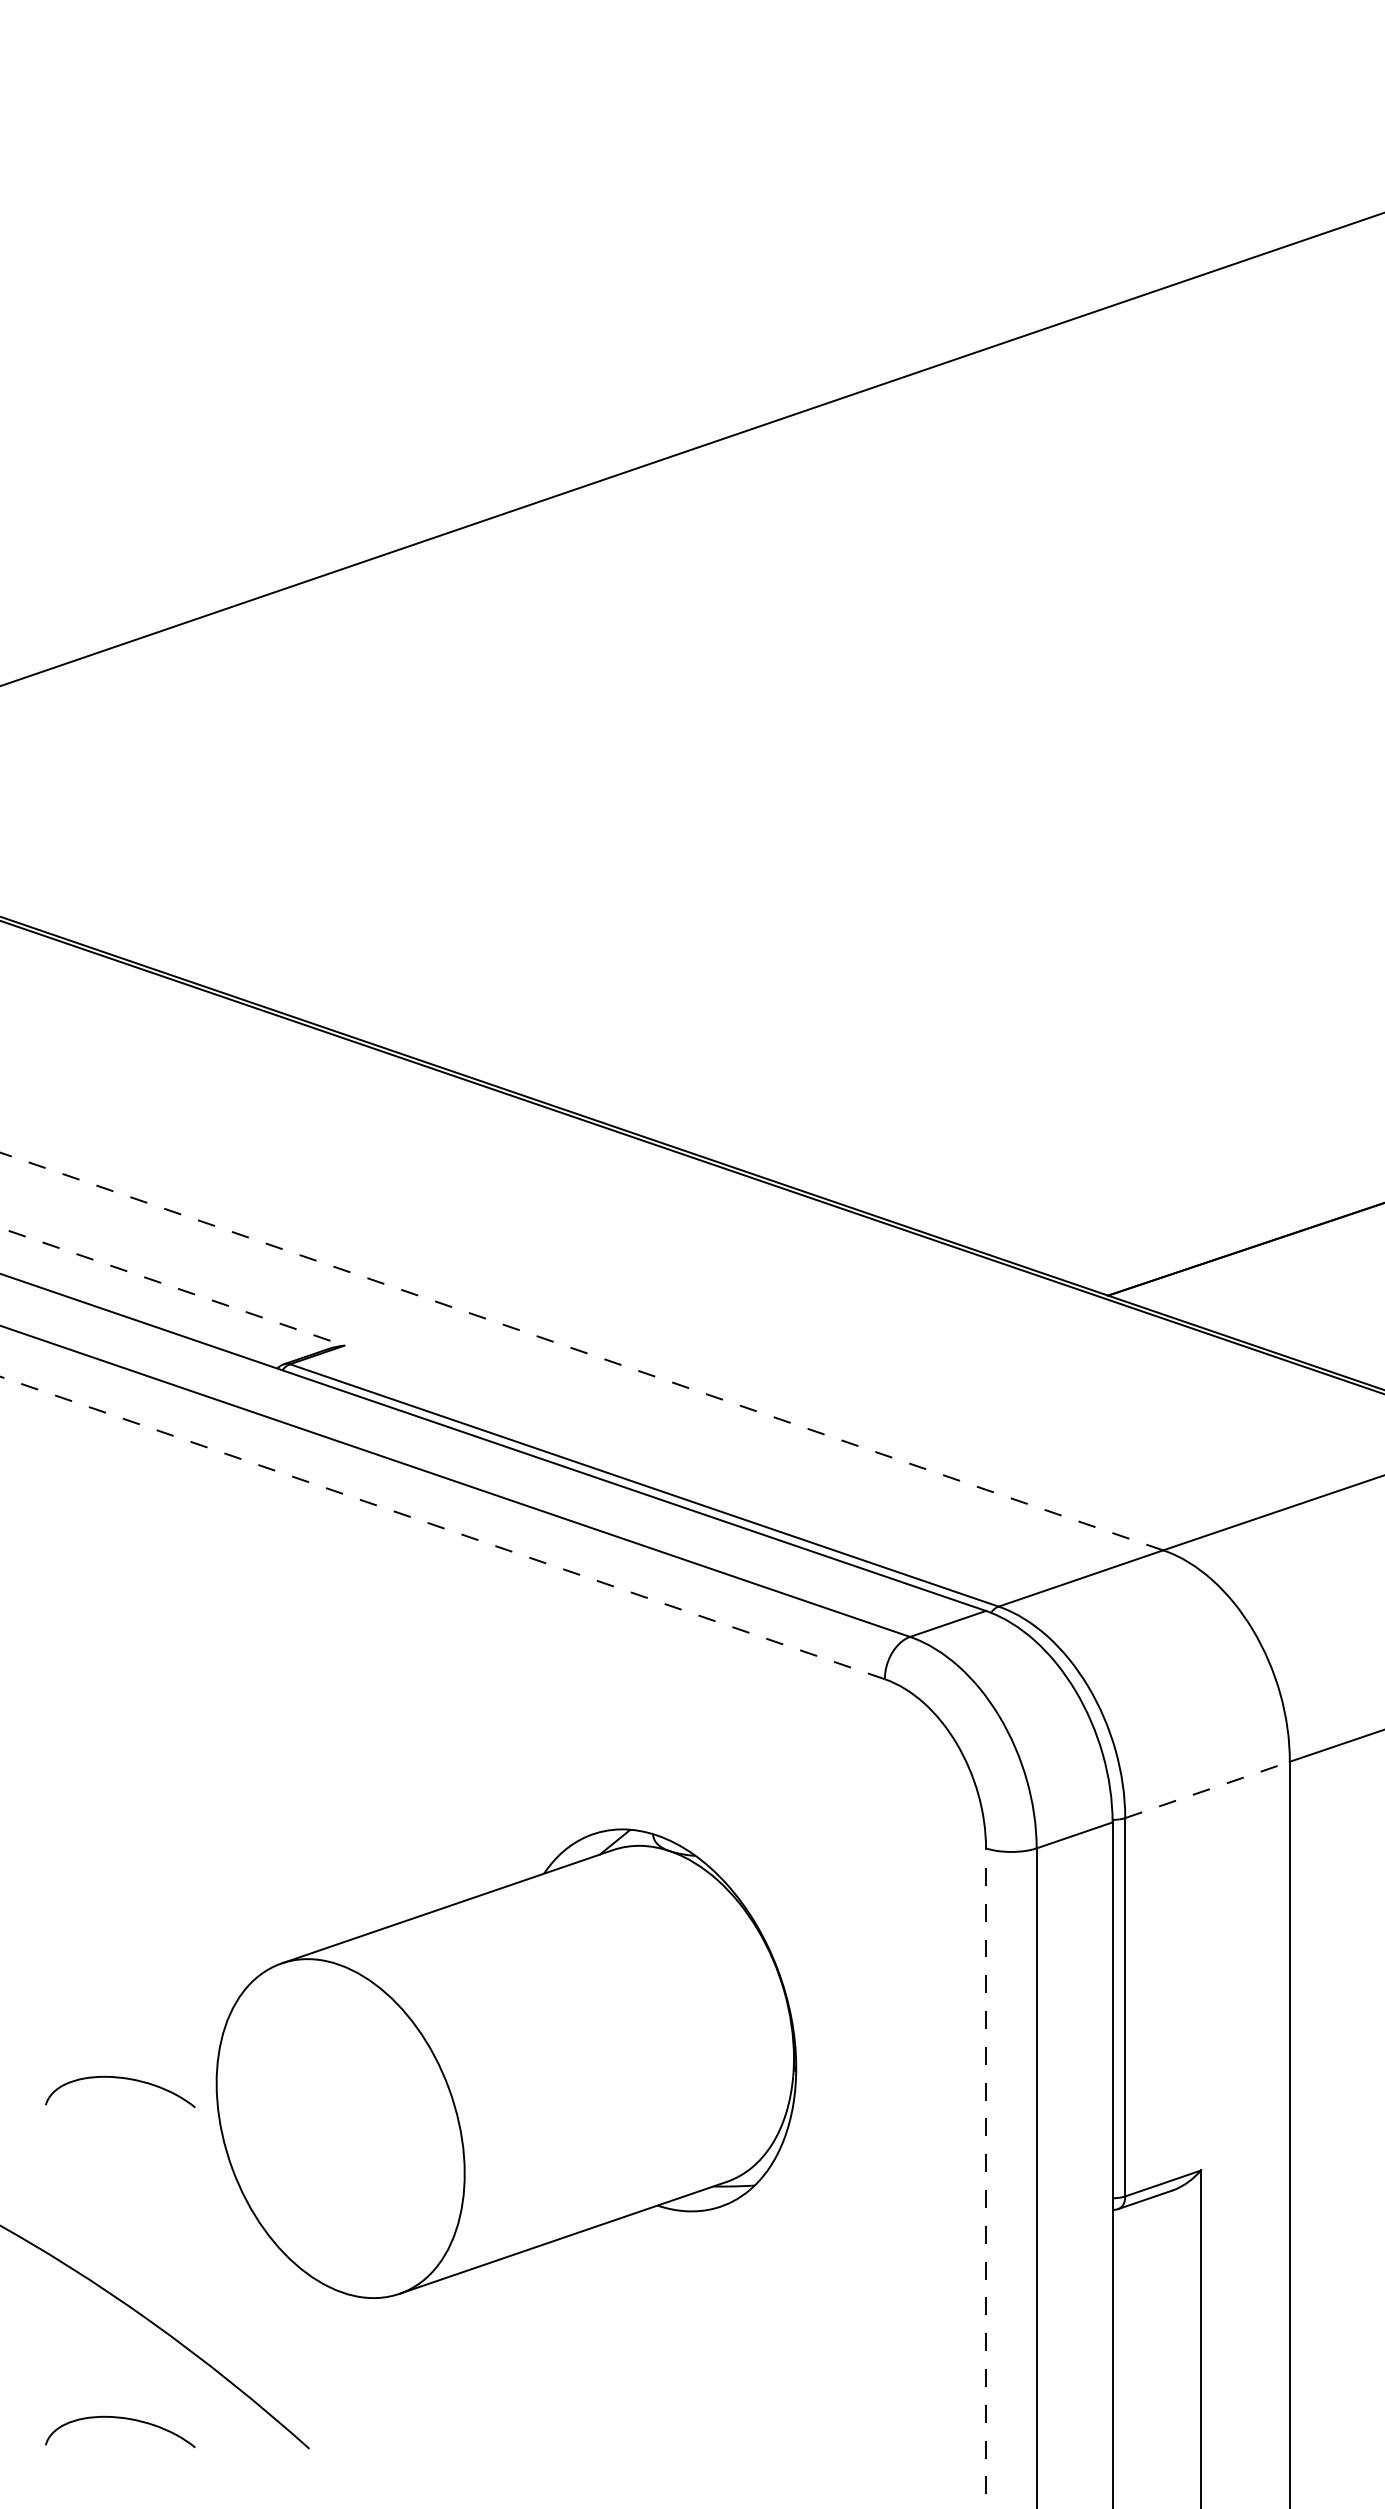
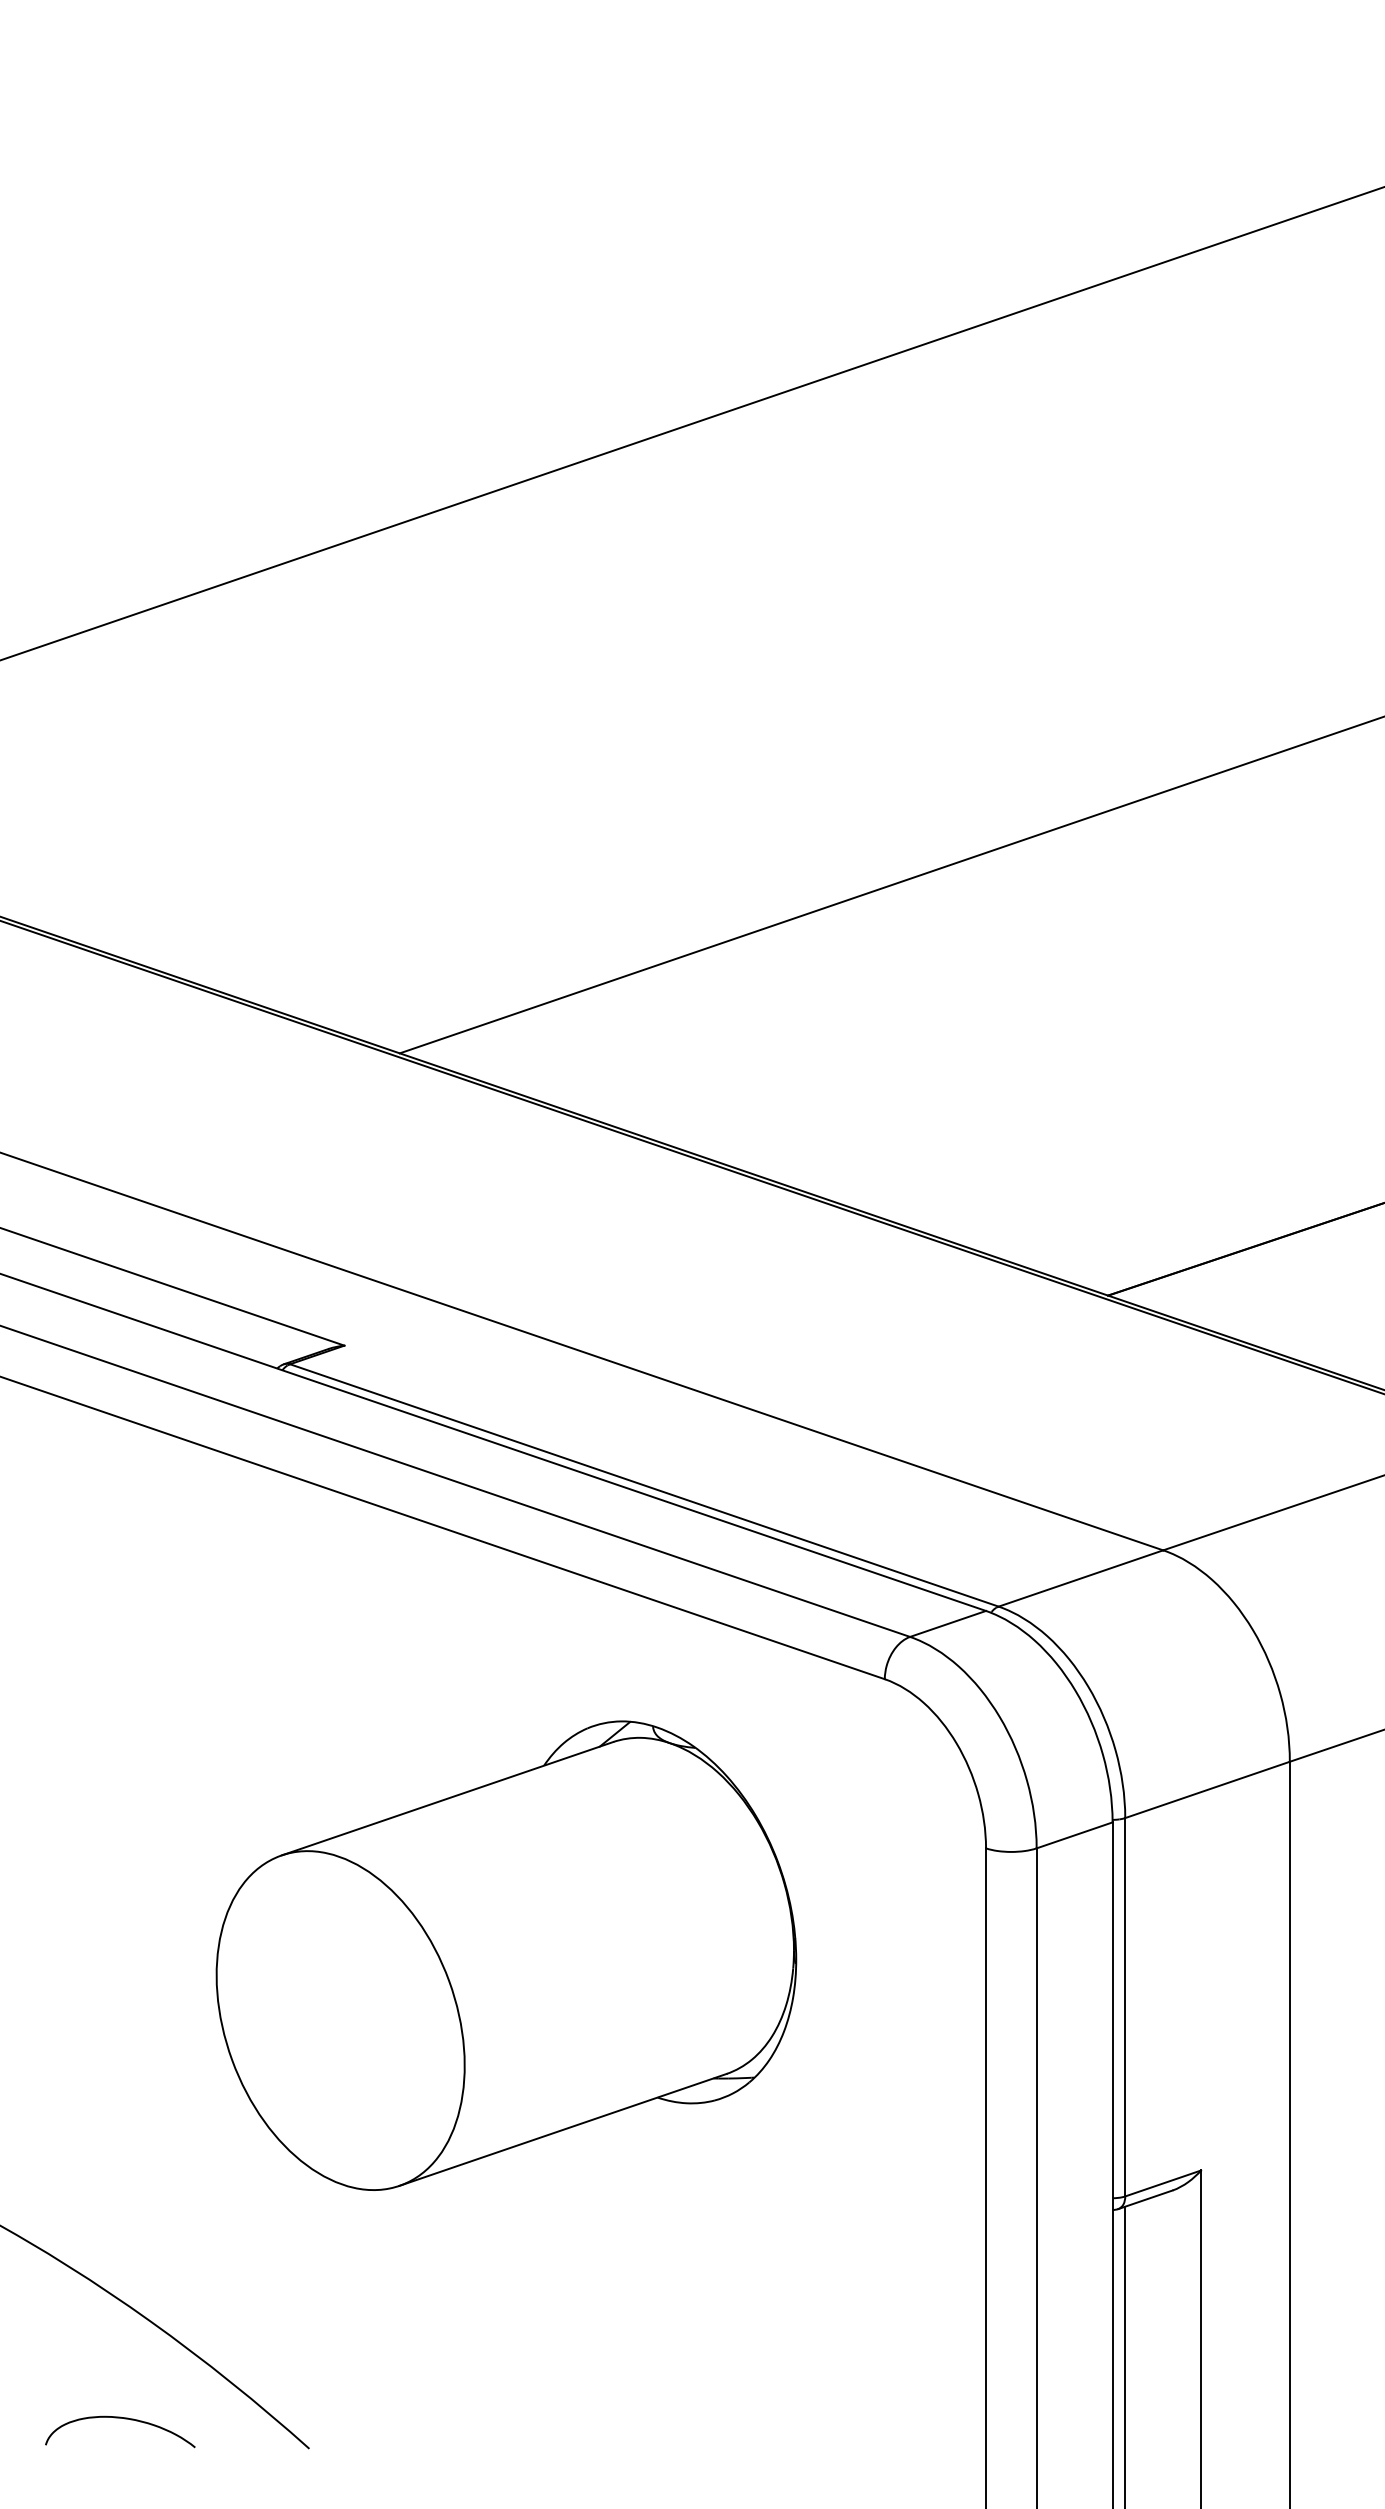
line at (691, 449) position: (691, 449) -> (691, 423)
line at (890, 885): none -> present
line at (172, 1286): dashed -> solid
line at (581, 1351): dashed -> solid
line at (442, 1527): dashed -> solid
line at (1207, 1789): dashed -> solid
part at (506, 2063) position: (506, 2063) -> (506, 1955)
curve at (124, 2079): present -> none
line at (986, 2178): dashed -> solid
line at (1125, 2355): none -> present
